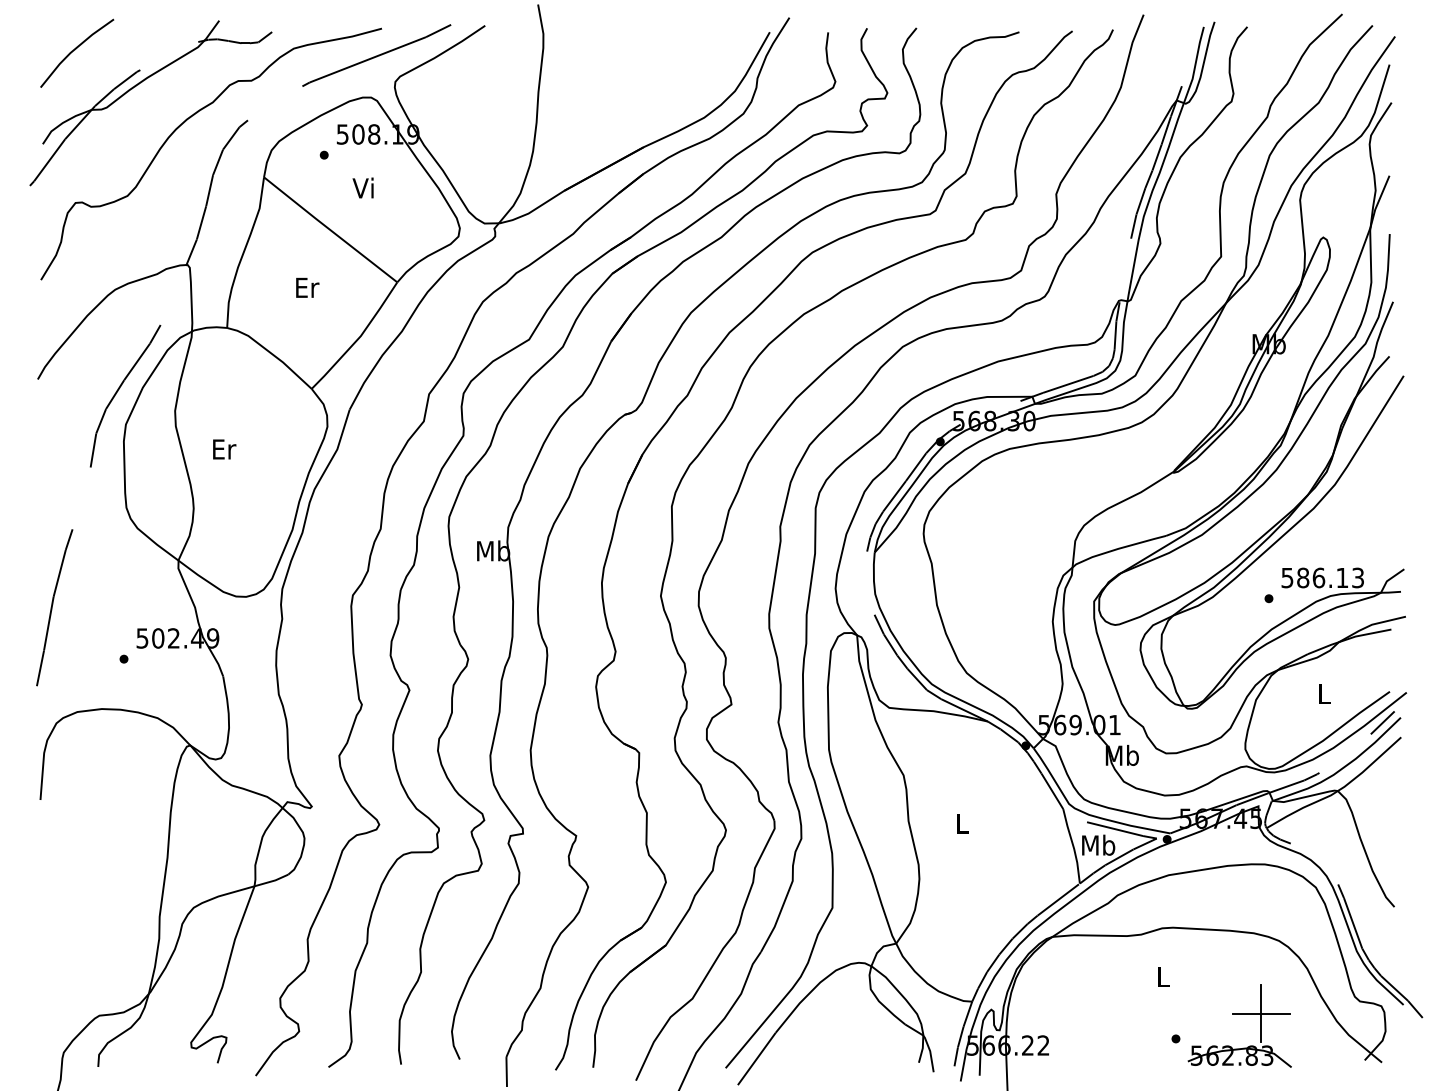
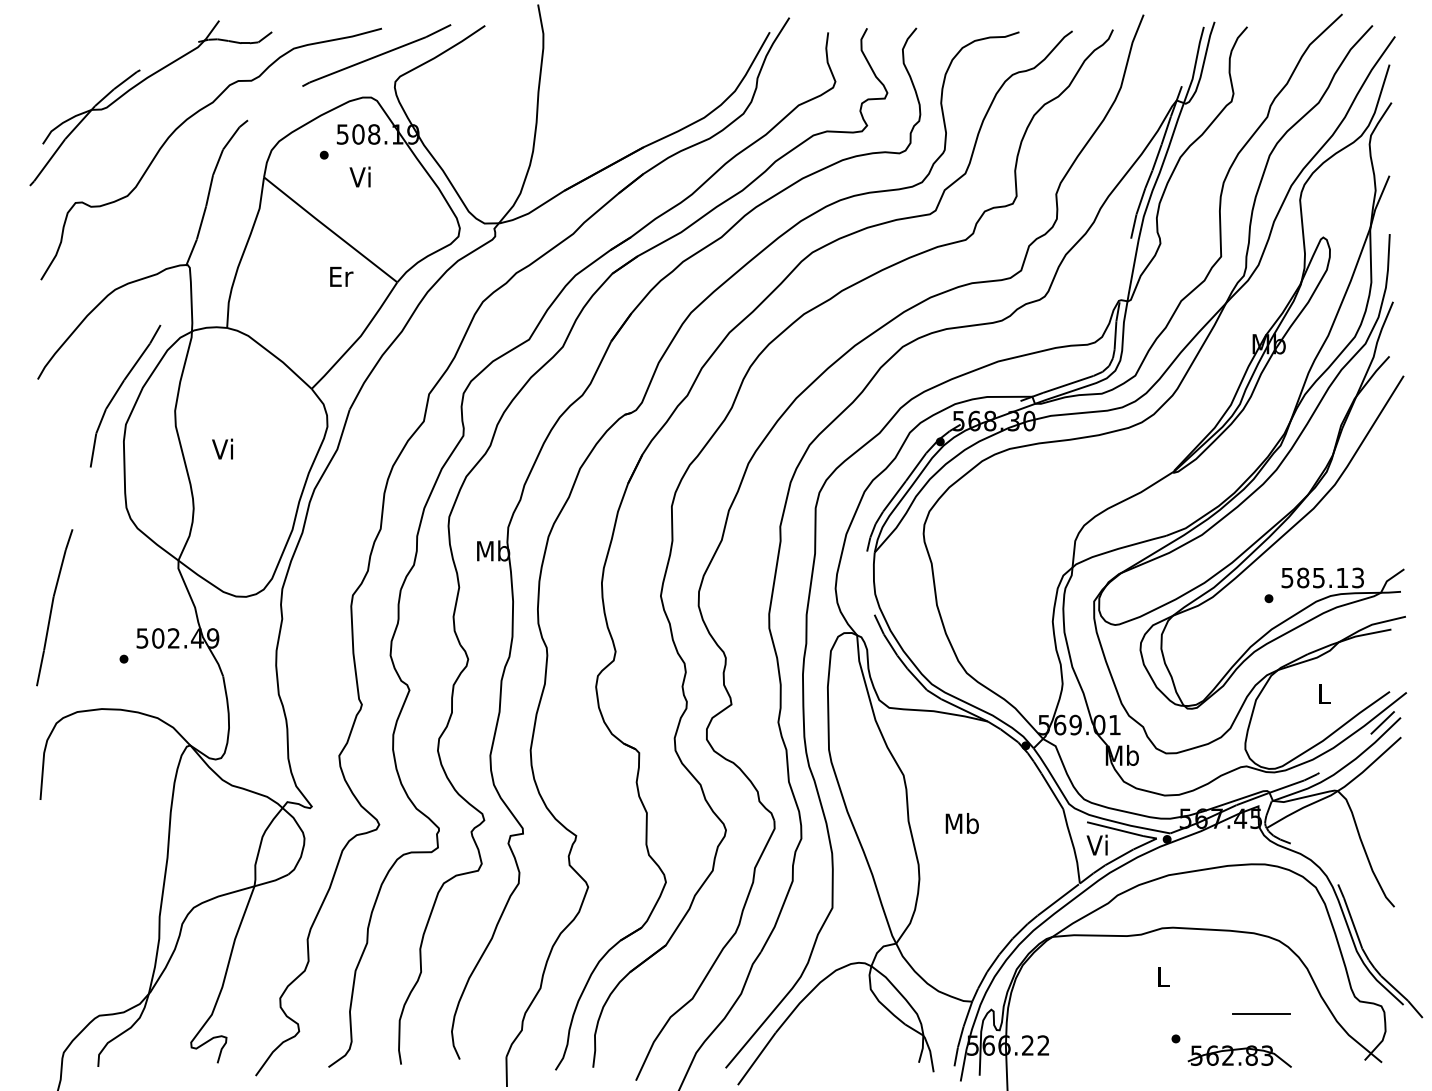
line at (75, 50): present -> none
text at (362, 187) position: (362, 187) -> (359, 176)
text at (307, 287) position: (307, 287) -> (341, 276)
text at (224, 448): Er -> Vi
text at (1318, 577): 586.13 -> 585.13
text at (961, 823): L -> Mb
text at (1098, 844): Mb -> Vi
line at (1261, 1013): present -> none
